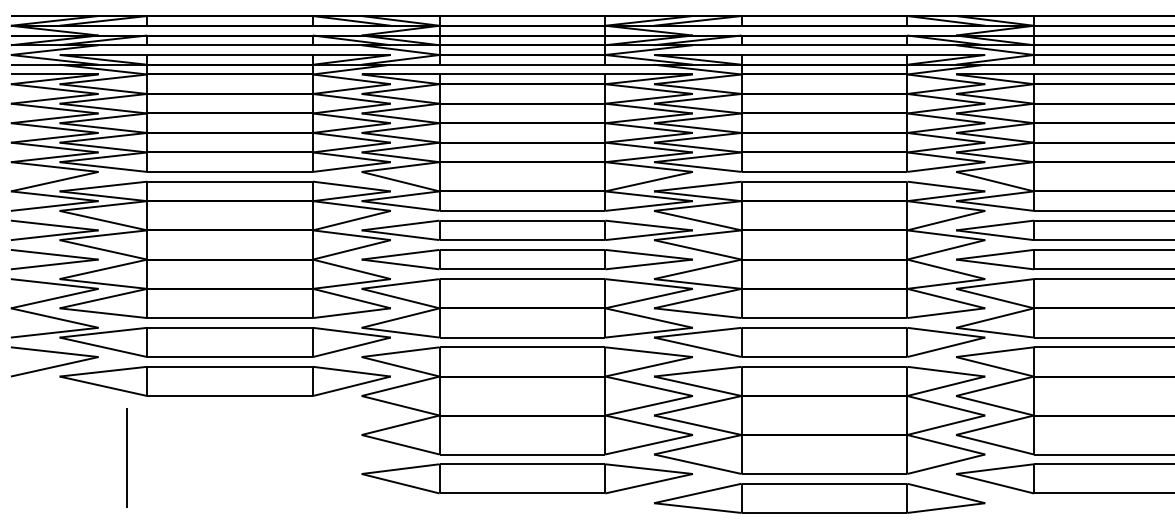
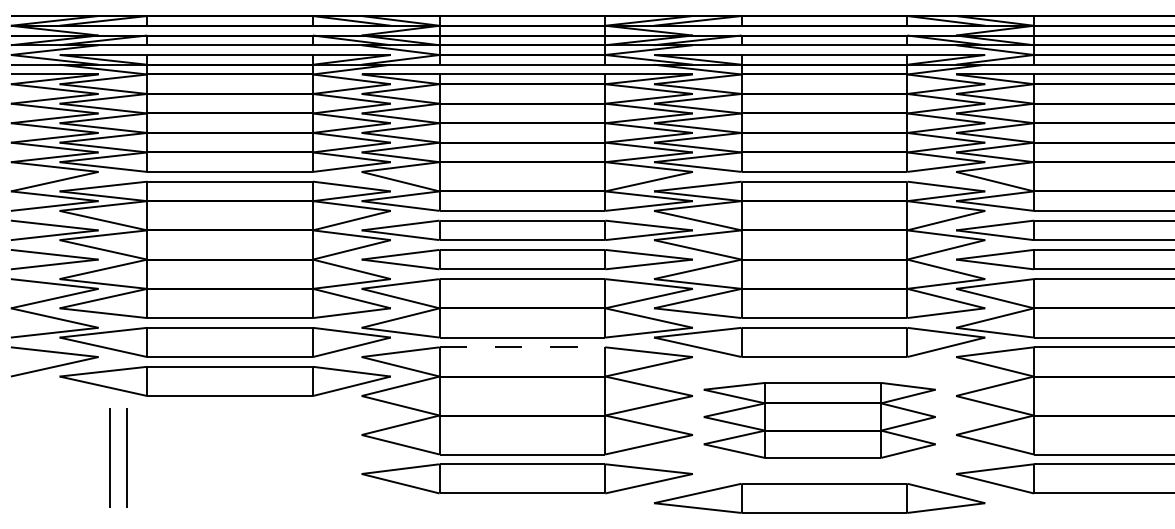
line at (522, 347): solid -> dashed
part at (819, 420) size: 332x109 px -> 233x77 px
line at (109, 457): none -> present
